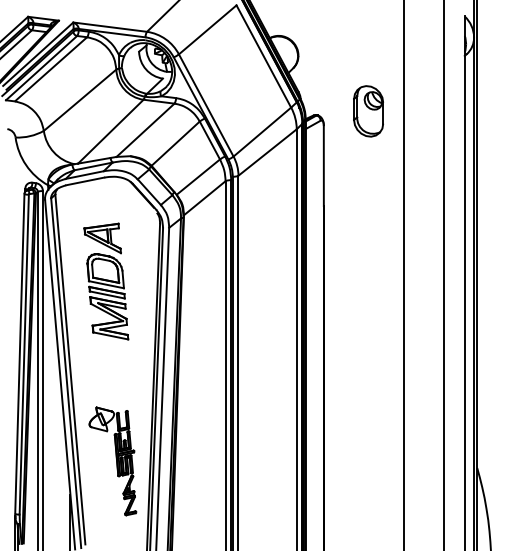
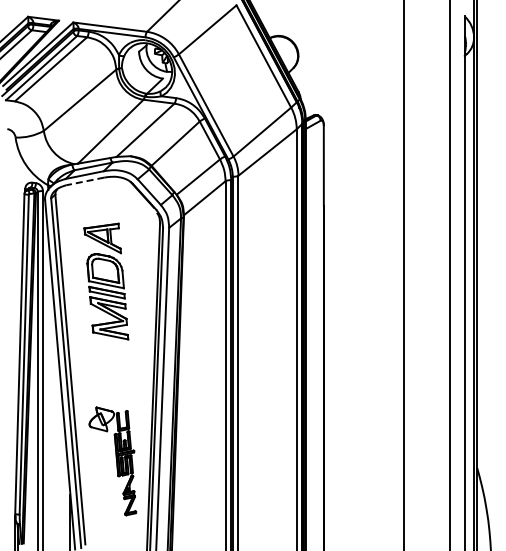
part at (368, 111): present -> none
line at (84, 181): solid -> dashed
line at (444, 274) position: (444, 274) -> (450, 274)
